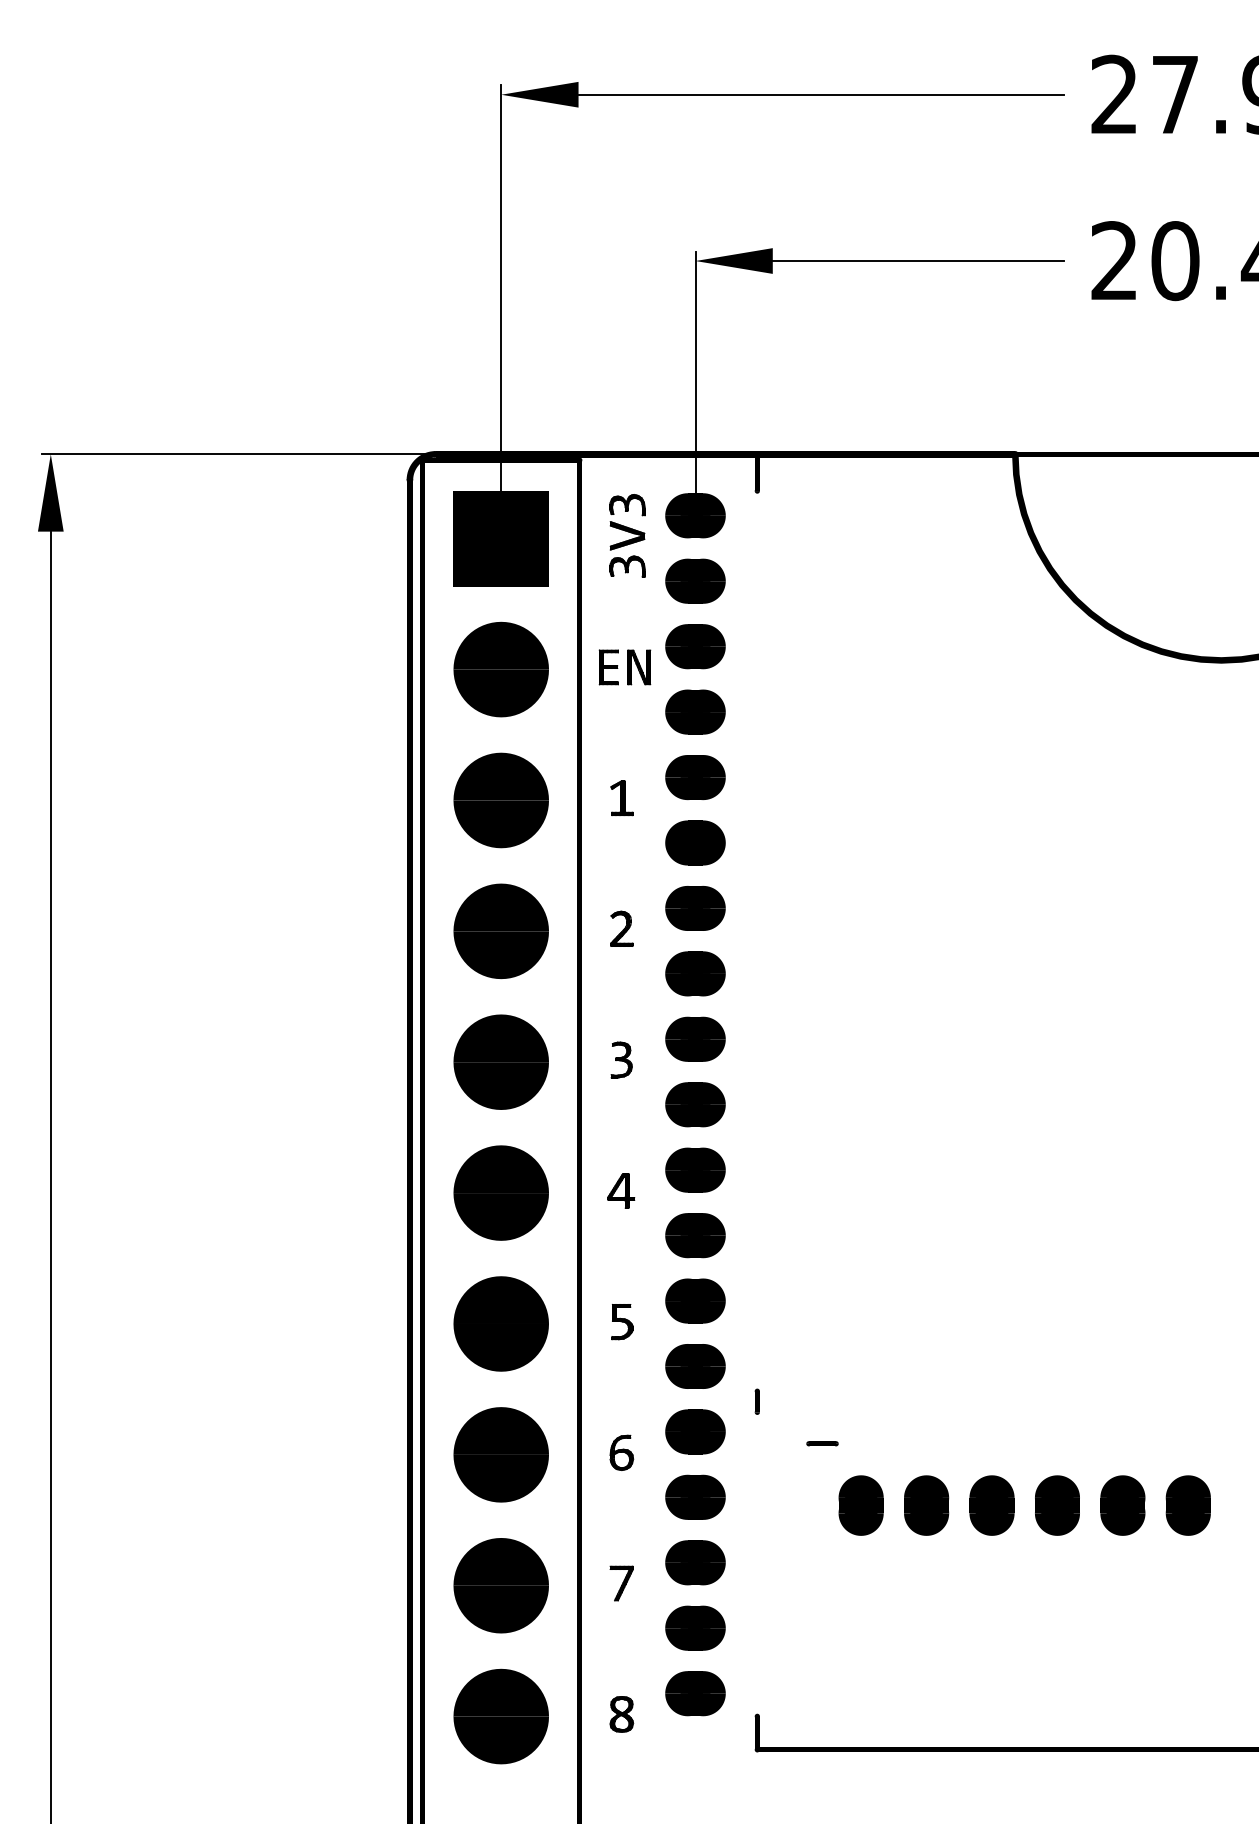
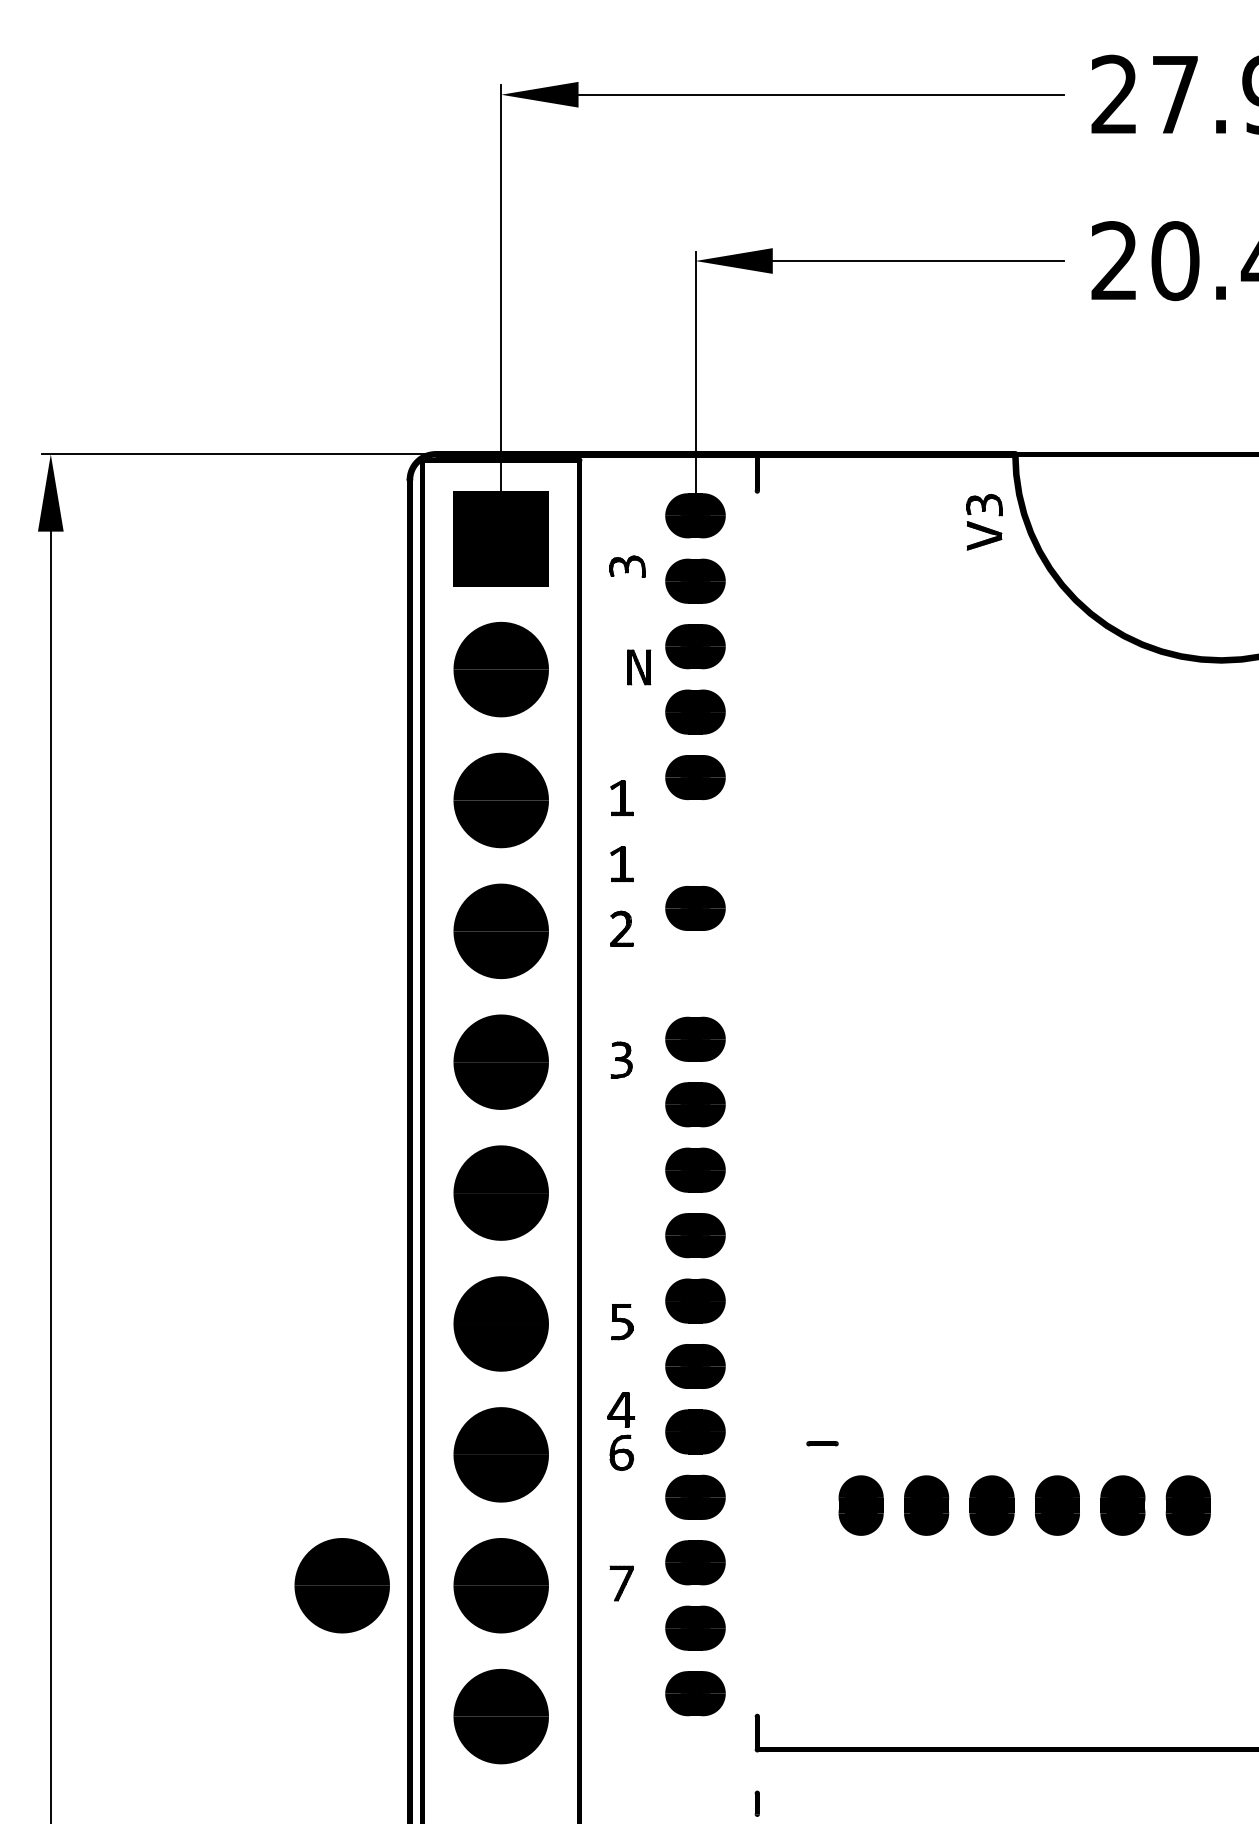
part at (627, 522) position: (627, 522) -> (984, 522)
part at (608, 667): present -> none
part at (695, 842): present -> none
part at (621, 864): none -> present
part at (695, 973): present -> none
part at (621, 1190) position: (621, 1190) -> (621, 1409)
part at (756, 1401) position: (756, 1401) -> (756, 1803)
part at (341, 1585): none -> present
part at (621, 1714): present -> none
